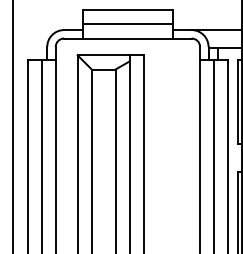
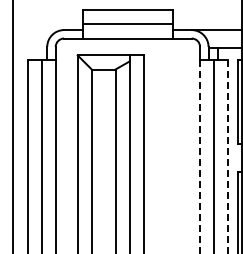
line at (200, 156): solid -> dashed
line at (228, 156): solid -> dashed
